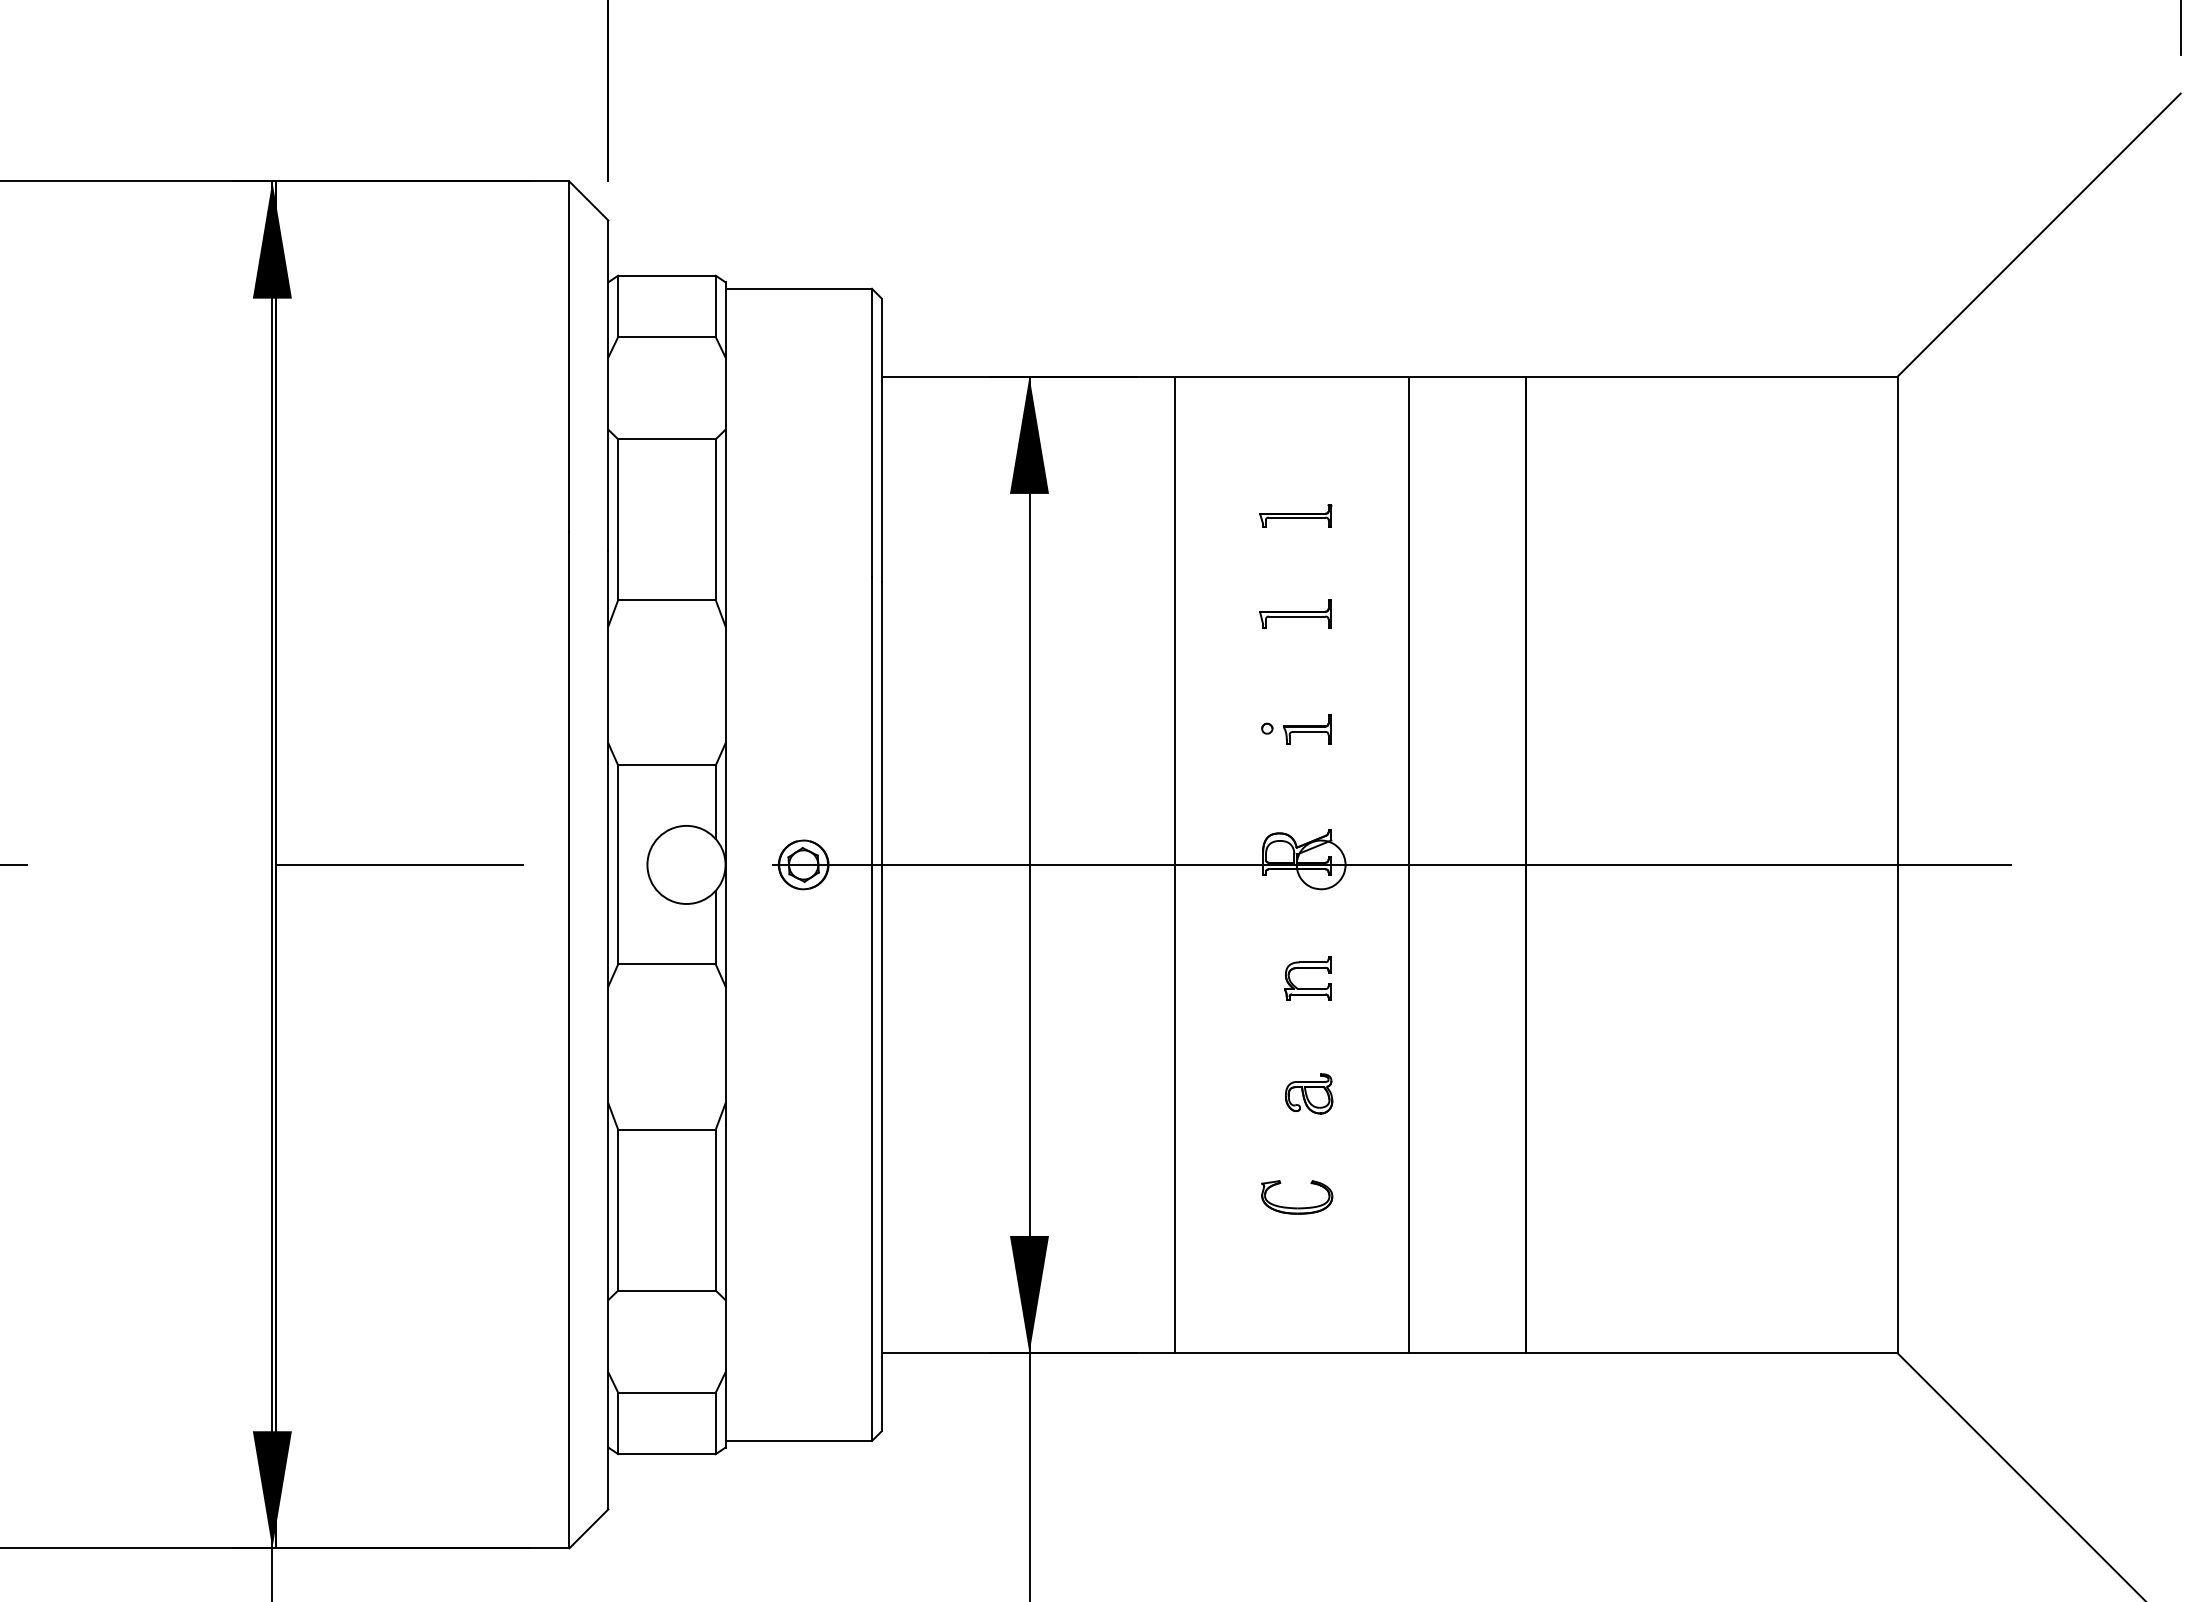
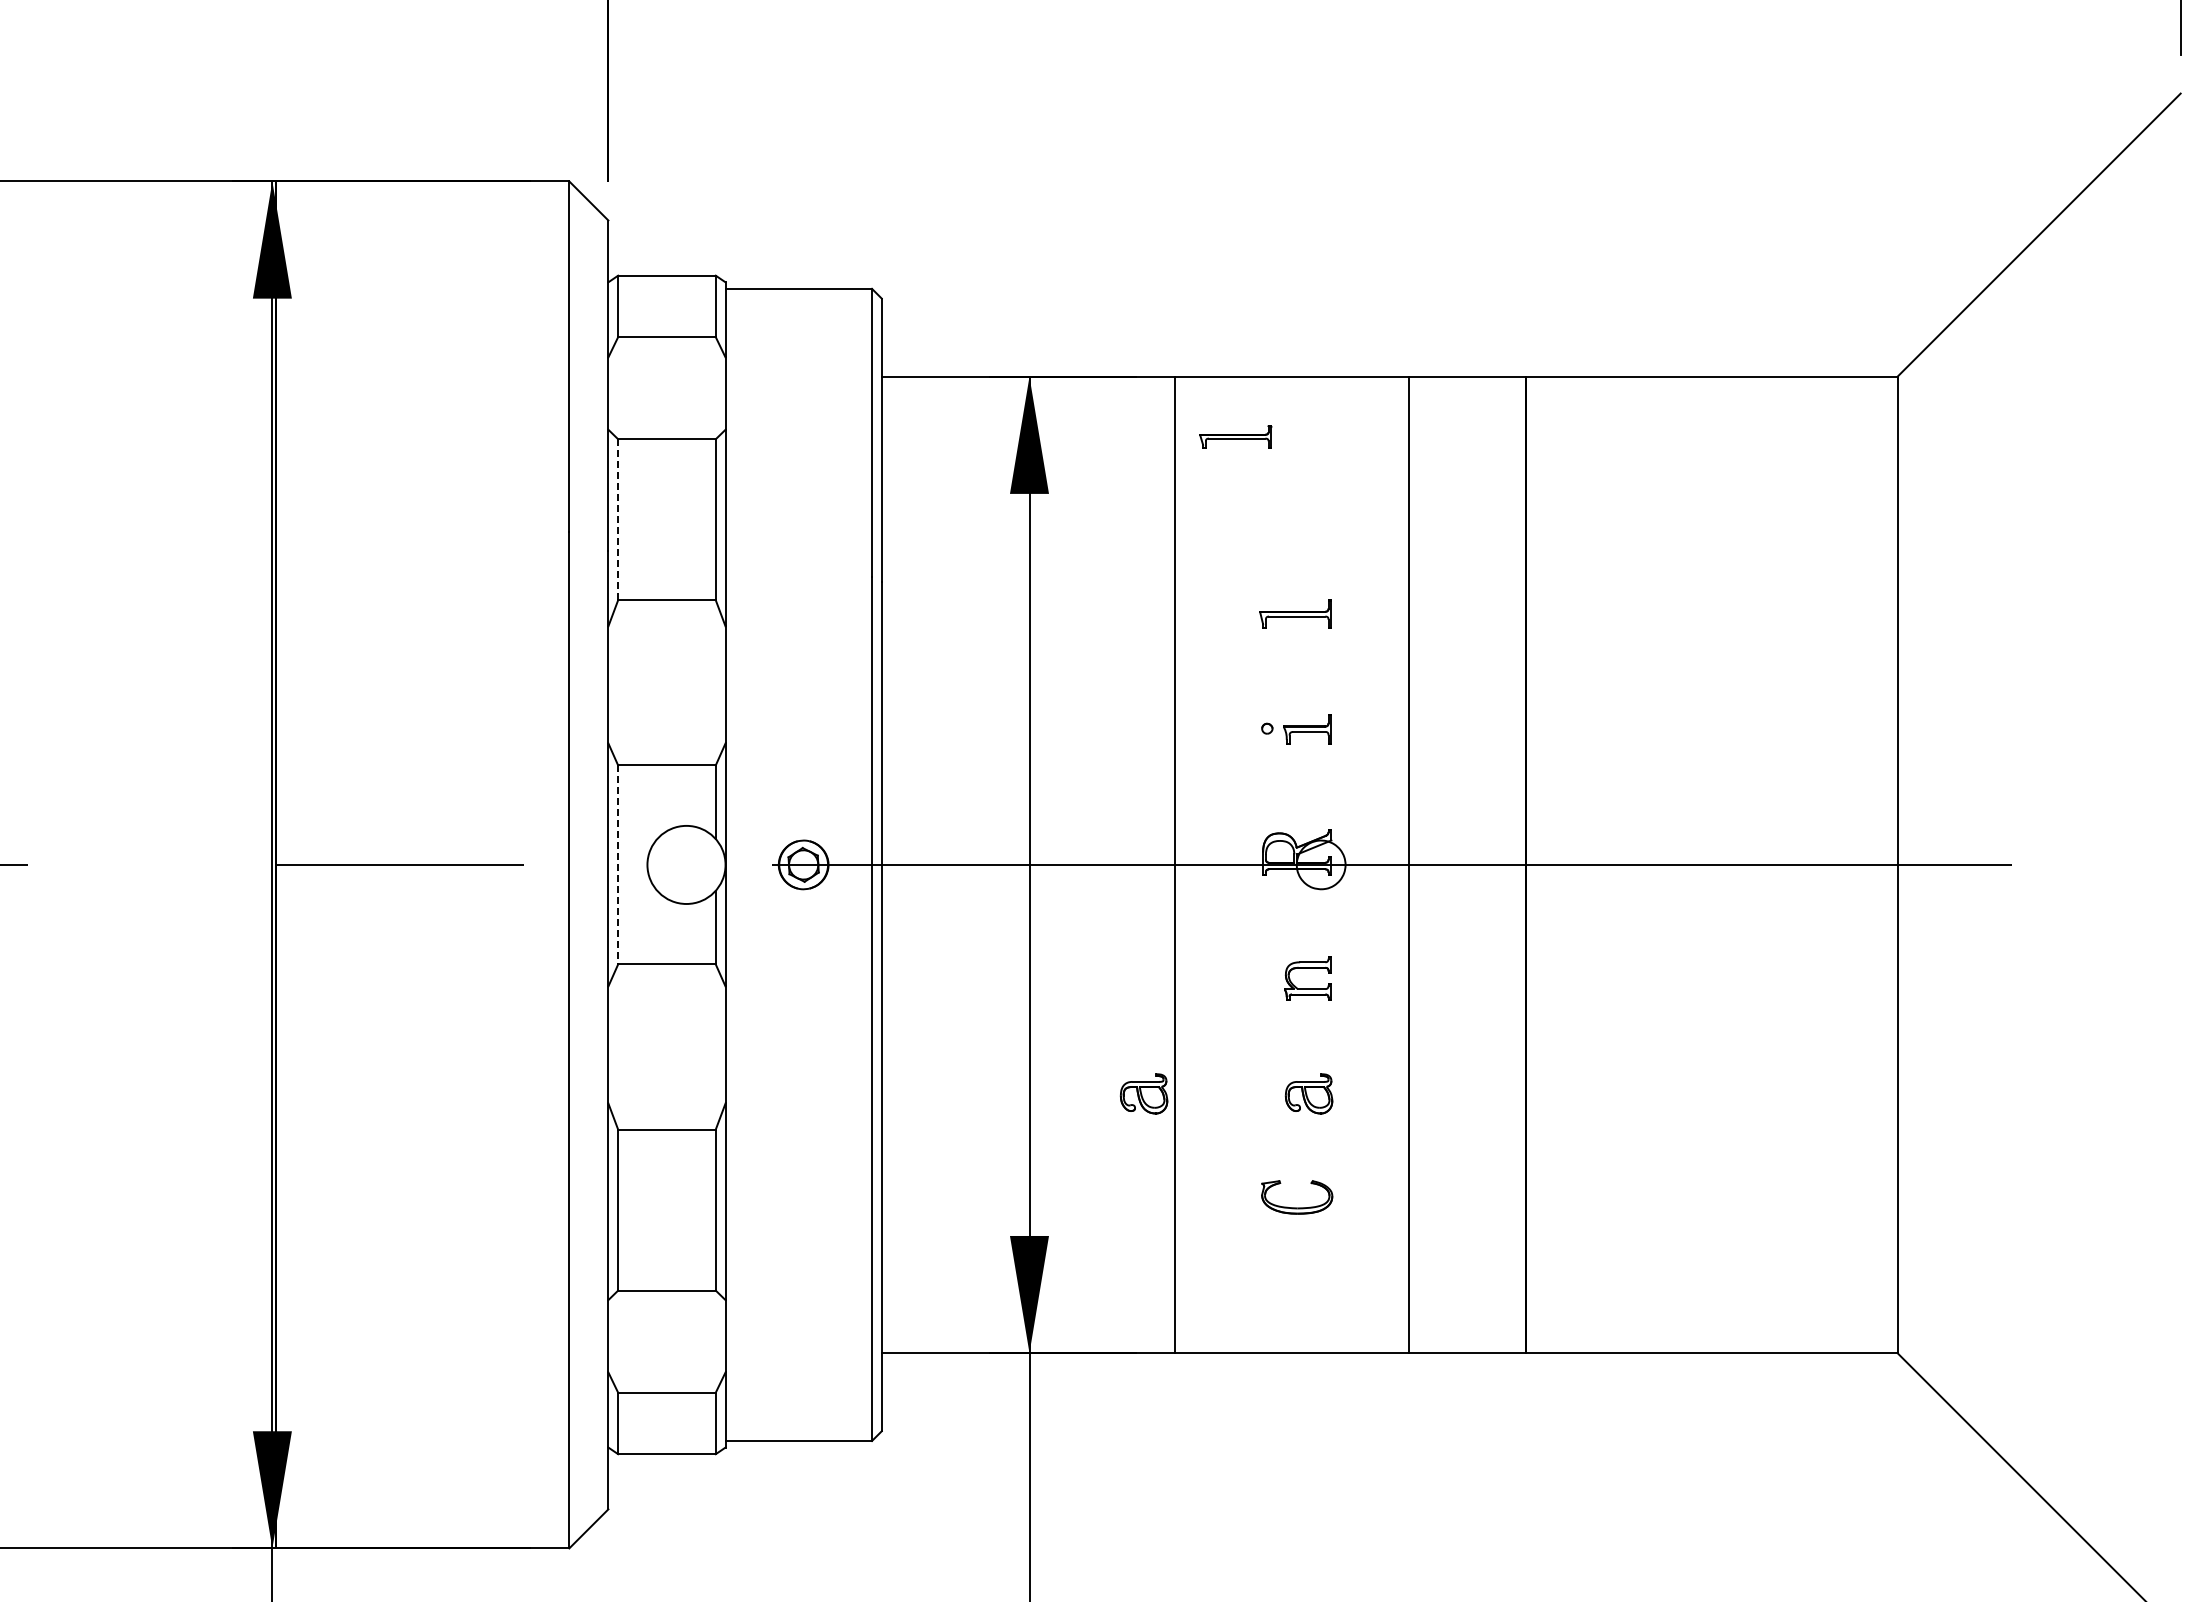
part at (1295, 515) position: (1295, 515) -> (1235, 436)
line at (618, 519): solid -> dashed
line at (618, 864): solid -> dashed
part at (1143, 1093): none -> present
